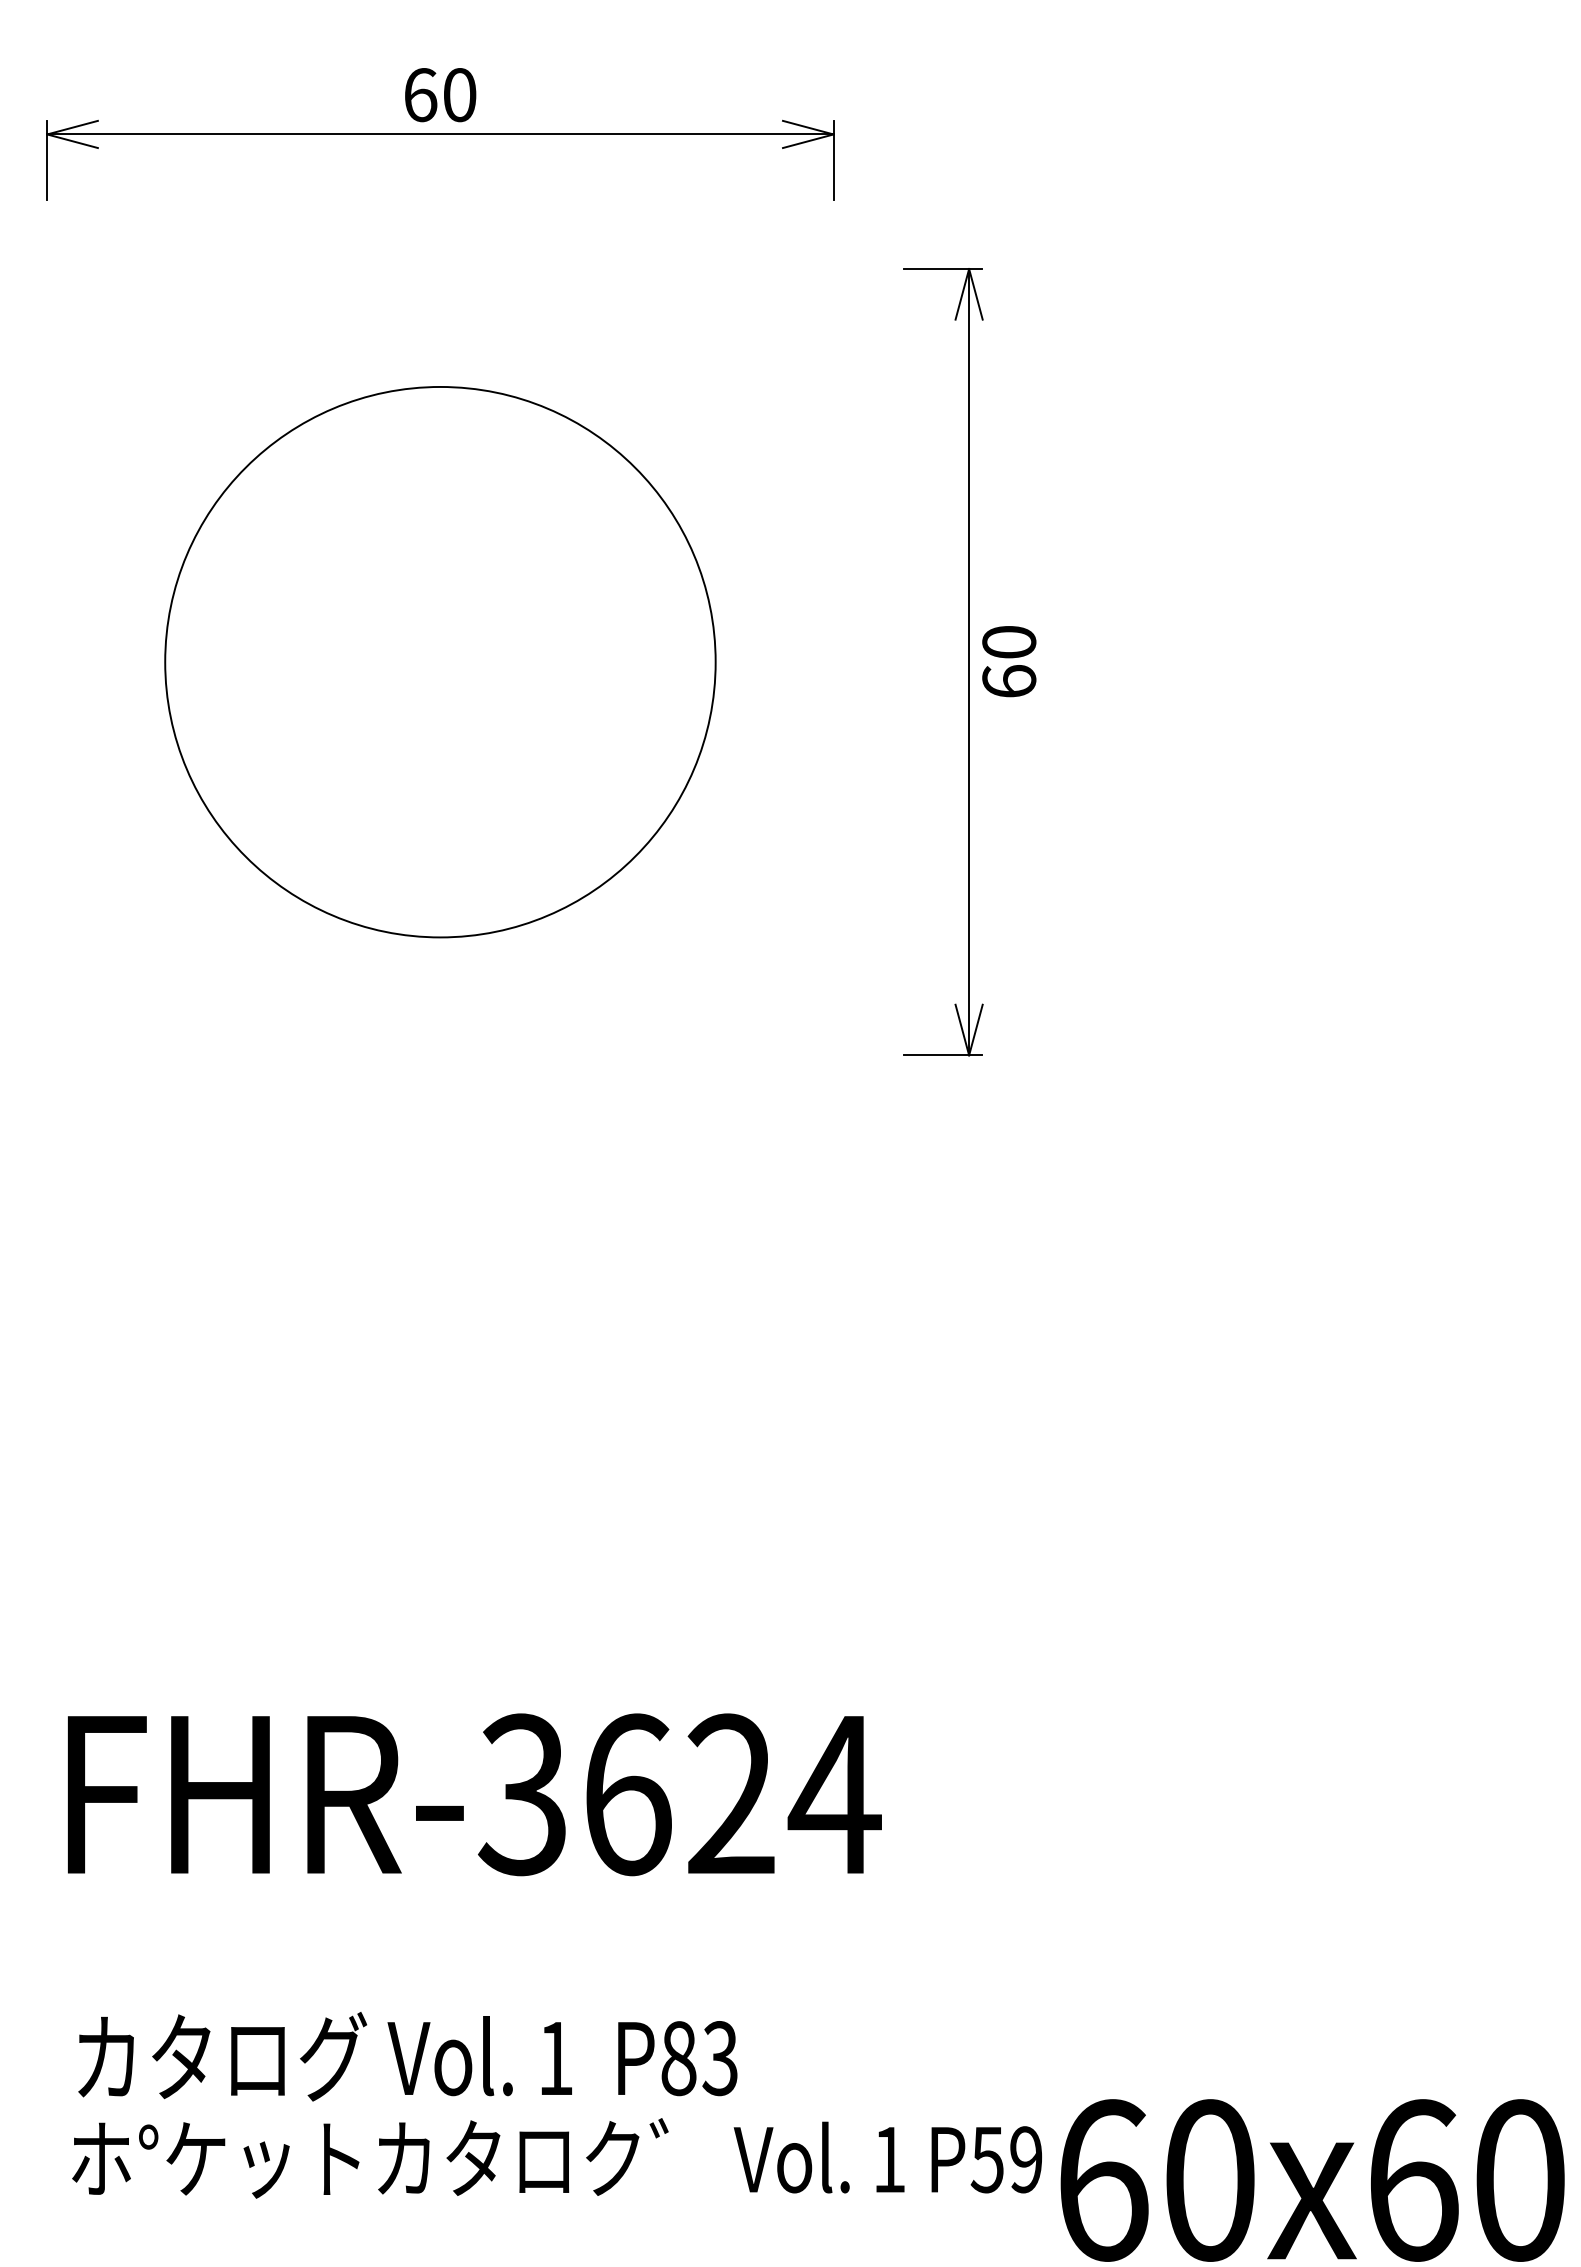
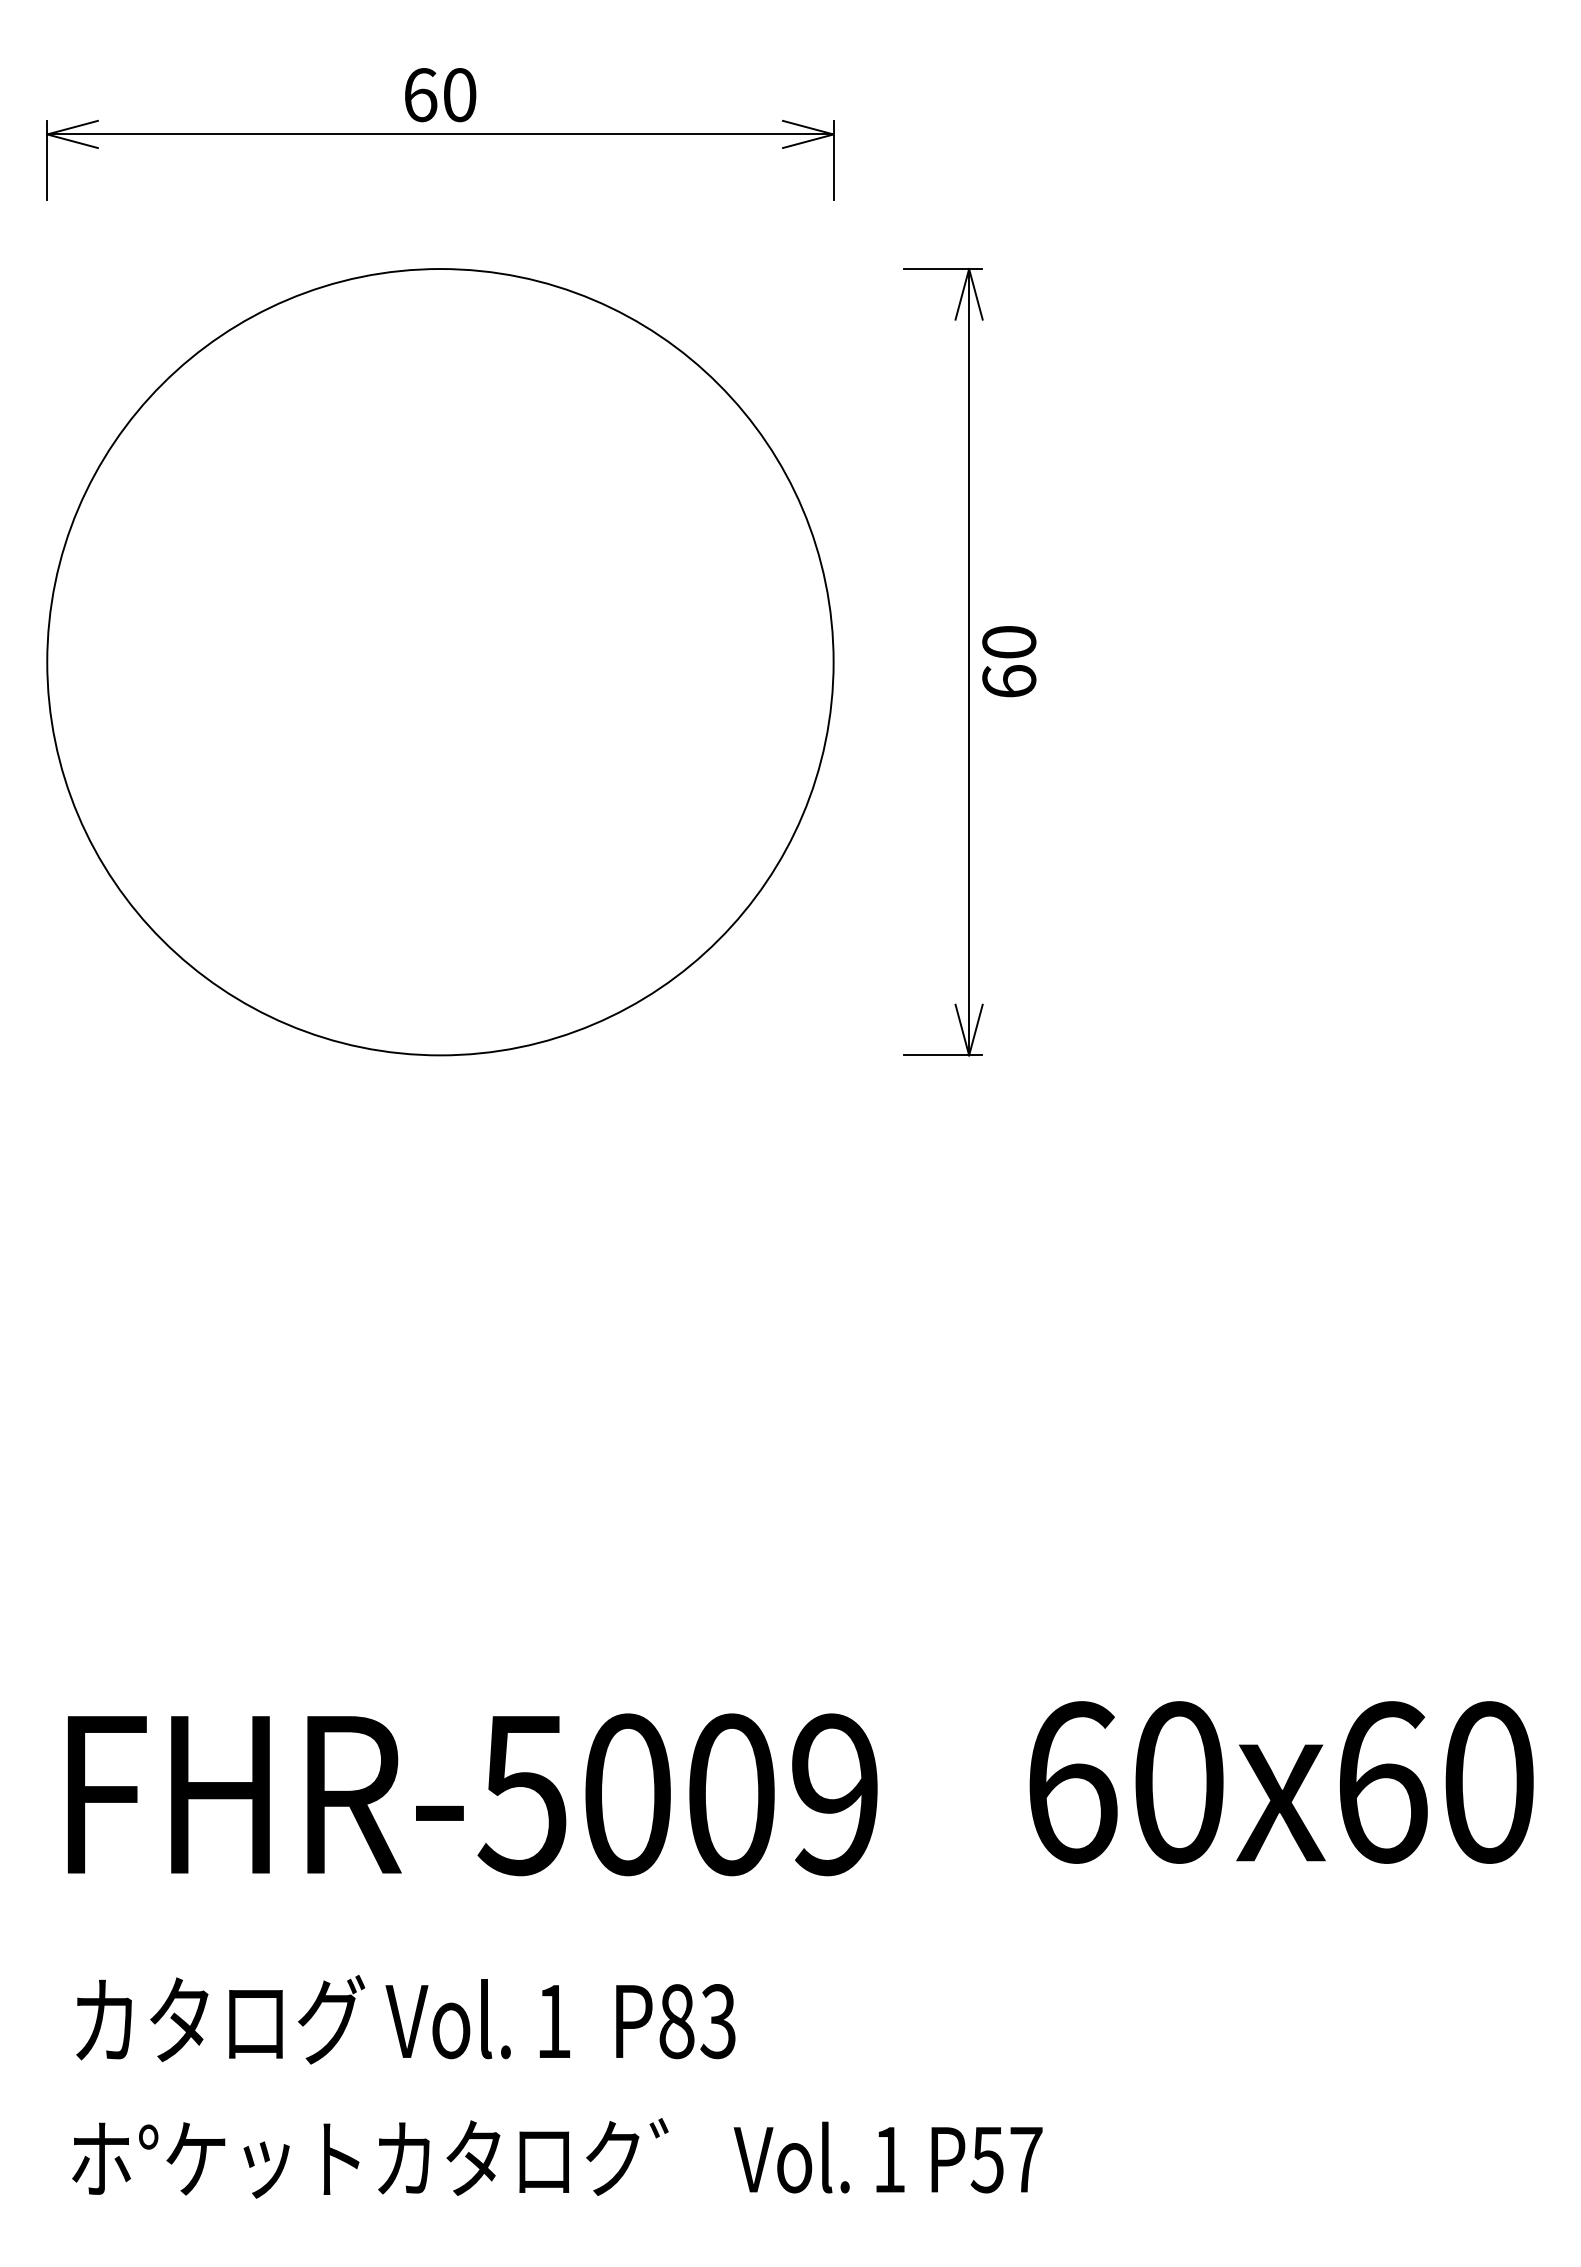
circle at (440, 661) diameter: 550 px -> 786 px
text at (679, 1794): FHR-3624 -> FHR-5009
text at (407, 2056) position: (407, 2056) -> (405, 2019)
text at (1026, 2159): P59 -> P57
text at (1312, 2180) position: (1312, 2180) -> (1281, 1782)
